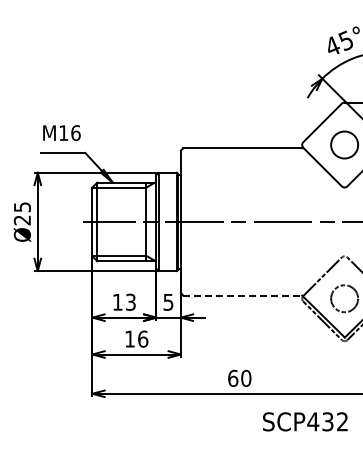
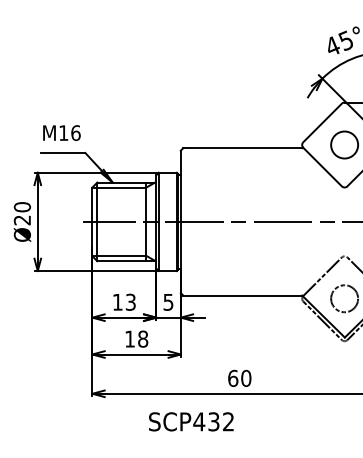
text at (22, 207): Ø25 -> Ø20
line at (243, 295): dashed -> solid
text at (143, 338): 16 -> 18
text at (305, 421) position: (305, 421) -> (191, 421)
